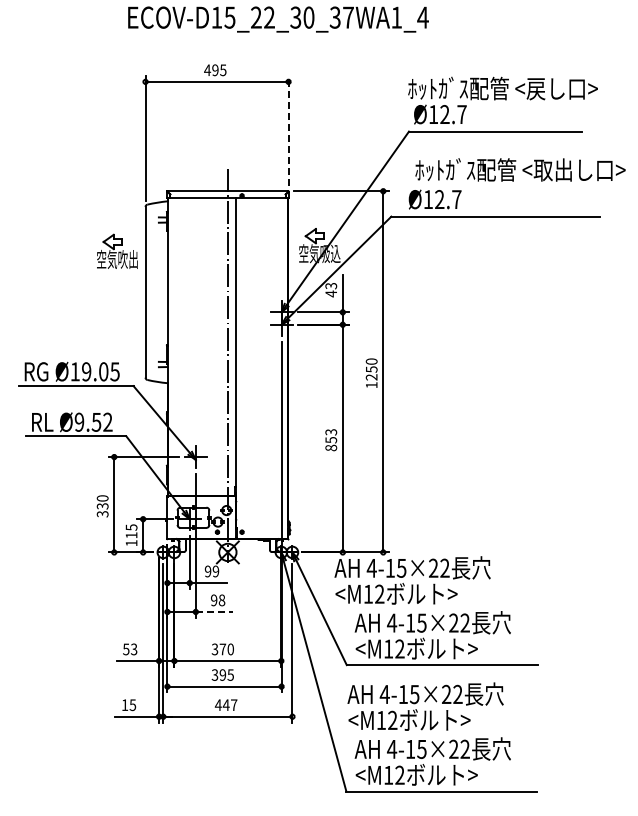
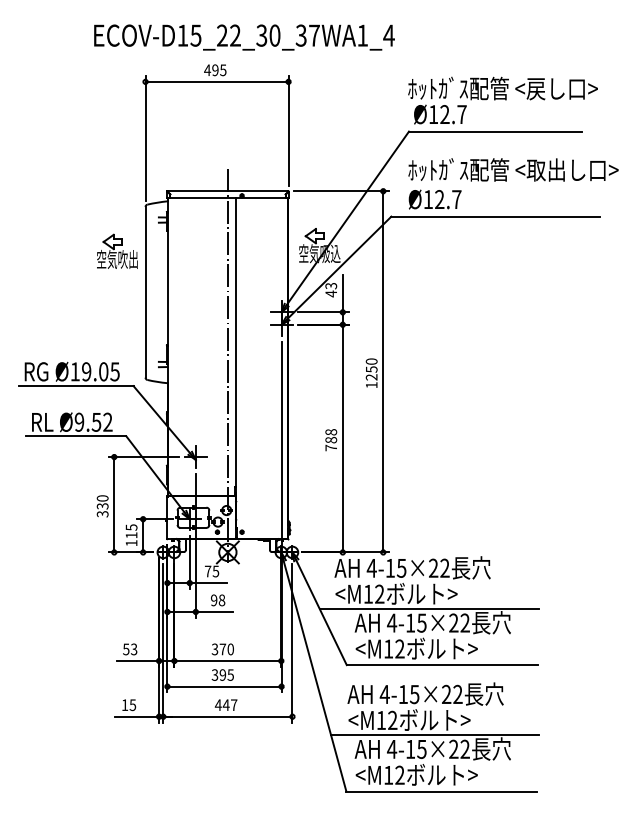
text at (278, 19) position: (278, 19) -> (244, 37)
line at (288, 130): dashed -> solid
text at (520, 169) position: (520, 169) -> (513, 169)
text at (331, 440): 853 -> 788
text at (211, 571): 99 -> 75
line at (429, 608): none -> present
line at (214, 611): dashed -> solid
line at (434, 734): none -> present
